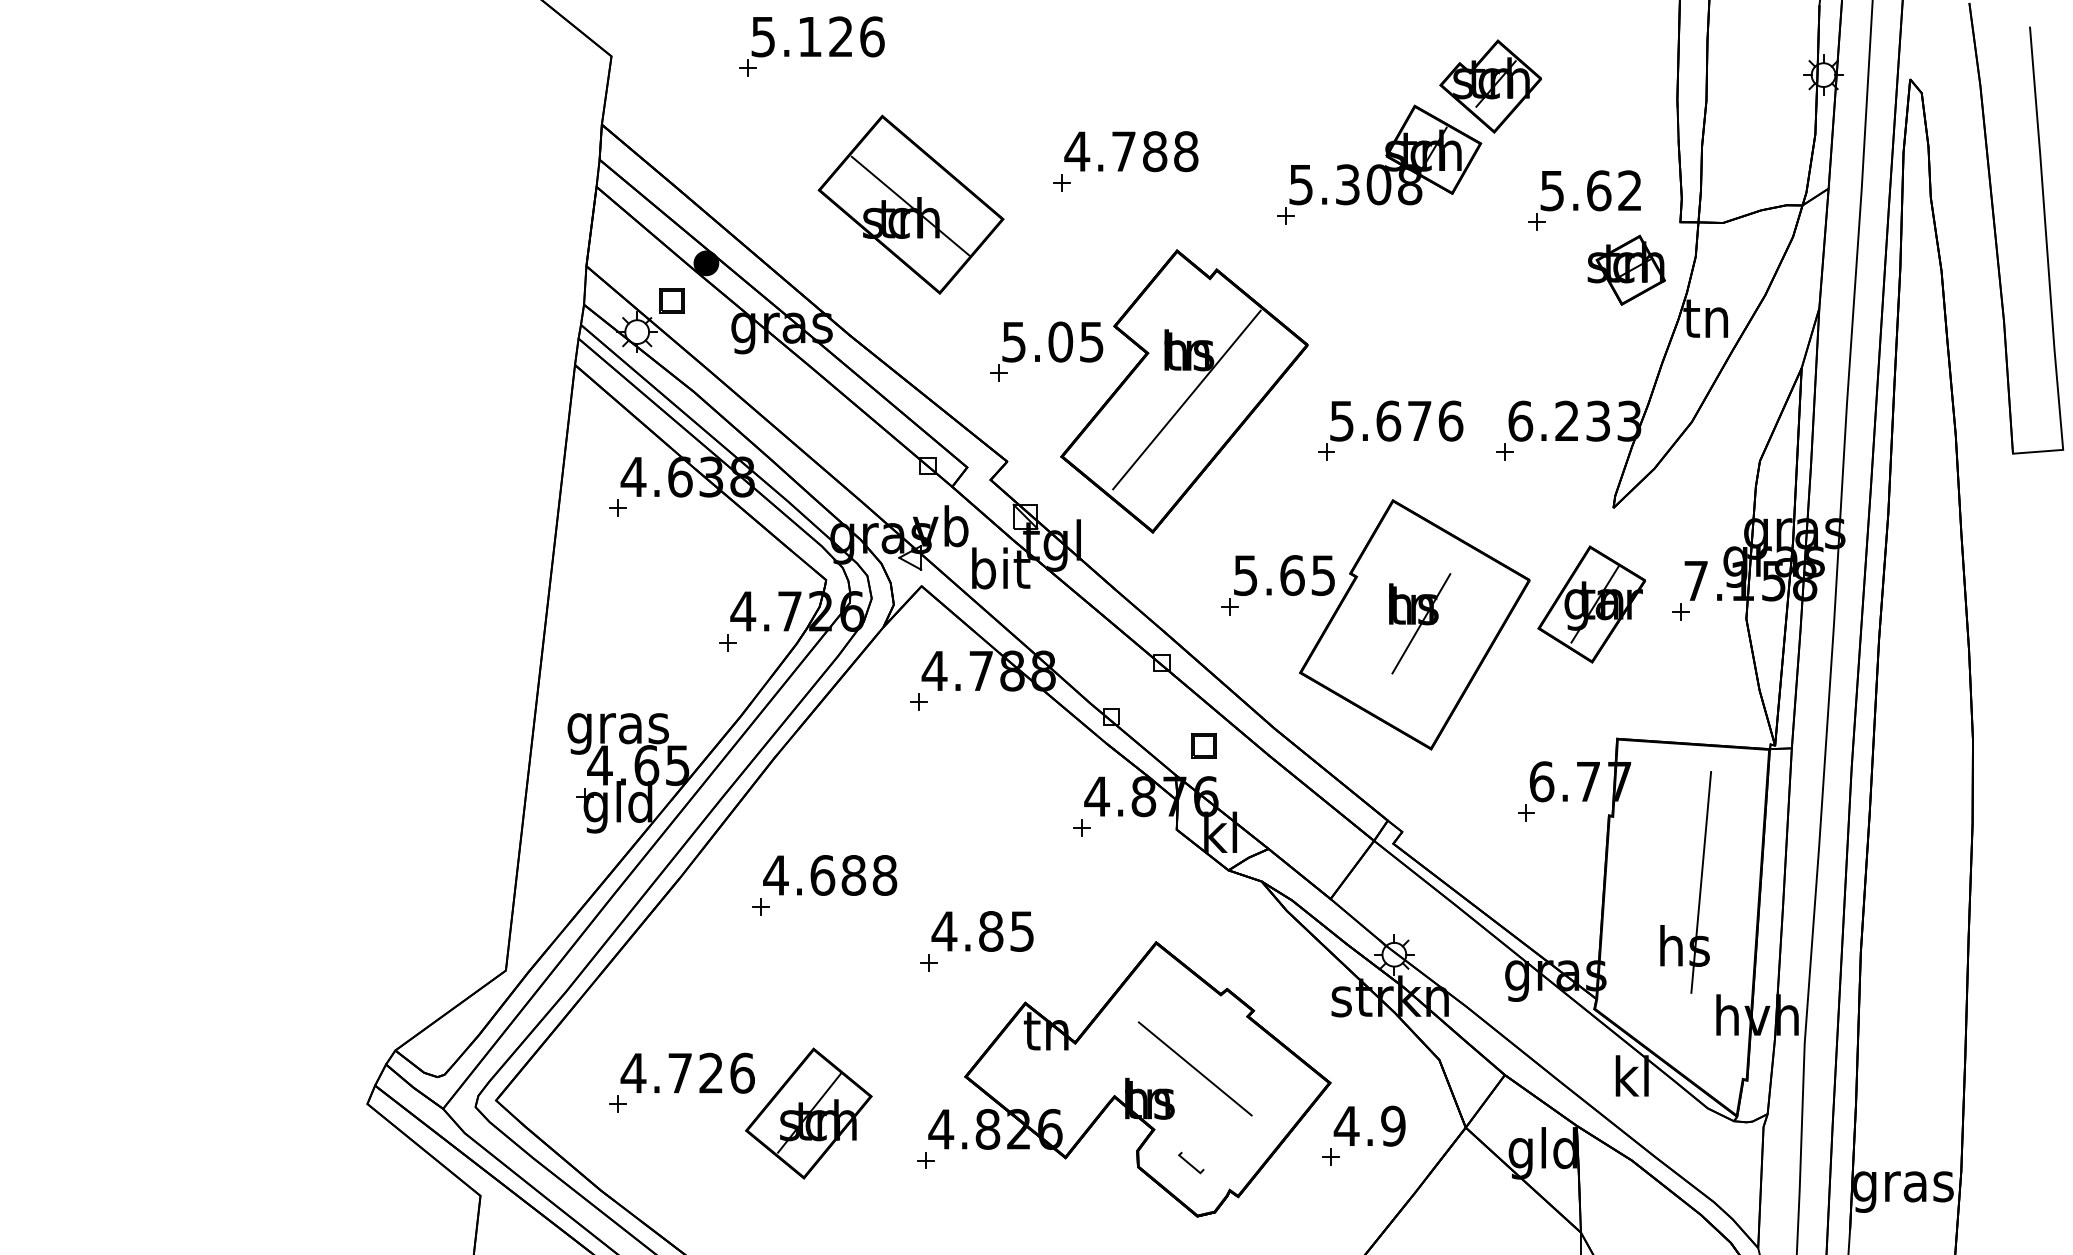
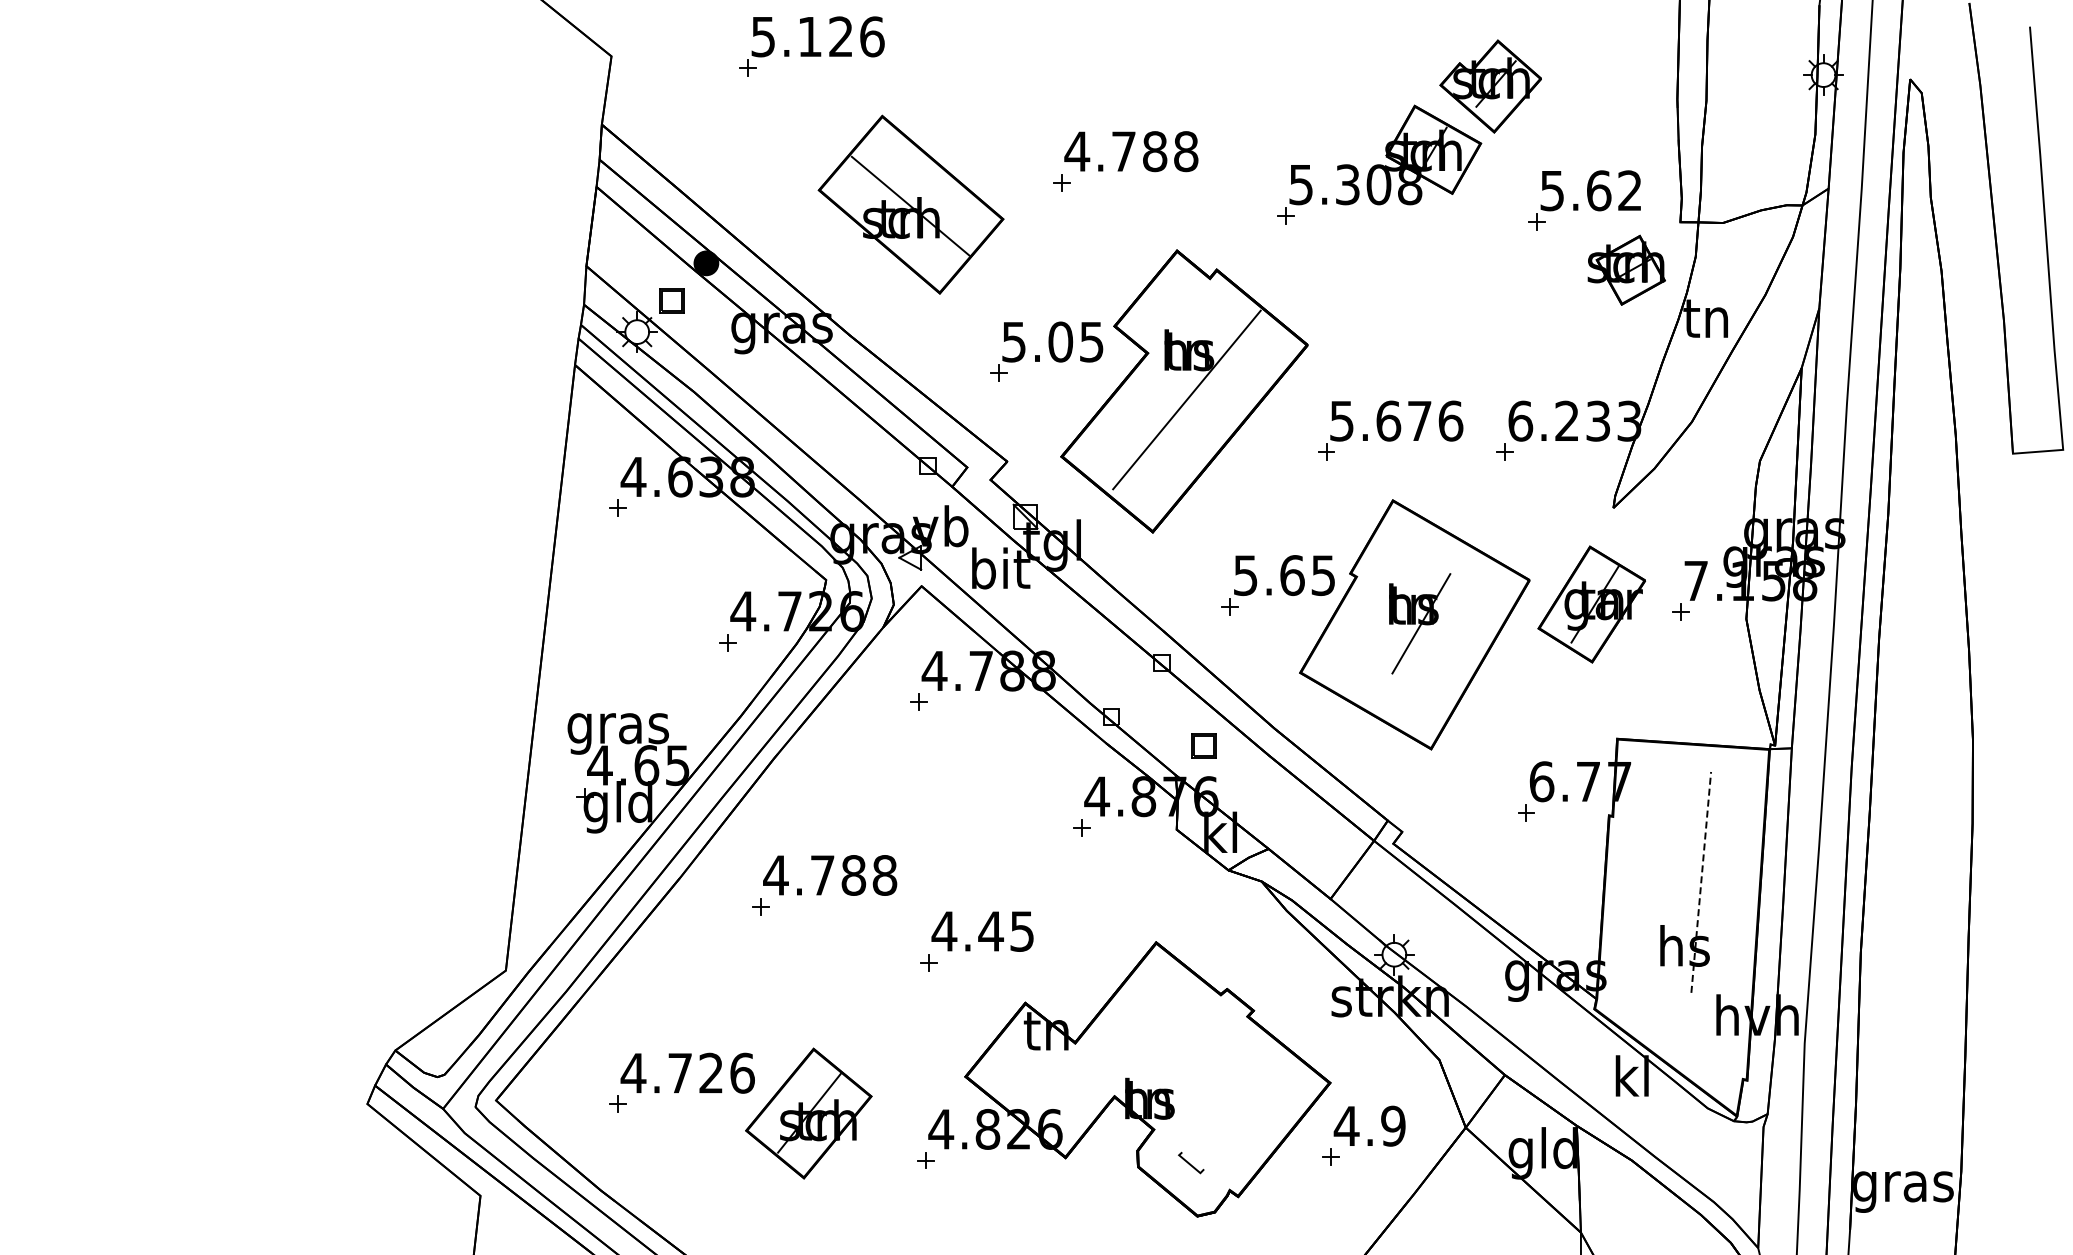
text at (822, 875): 4.688 -> 4.788
line at (1701, 882): solid -> dashed
text at (990, 931): 4.85 -> 4.45
line at (1194, 1068): present -> none
